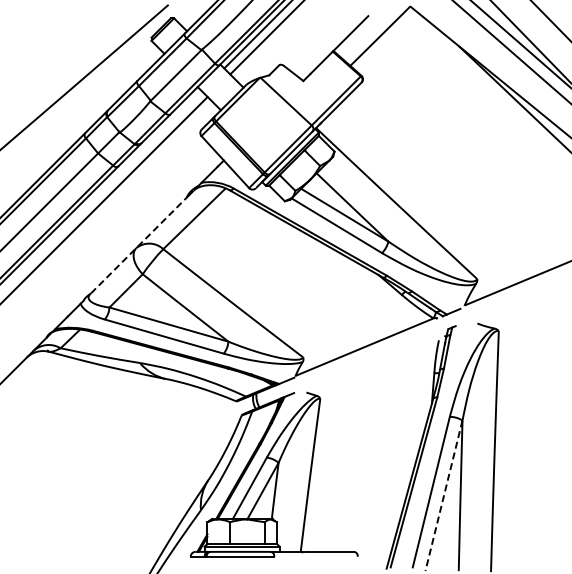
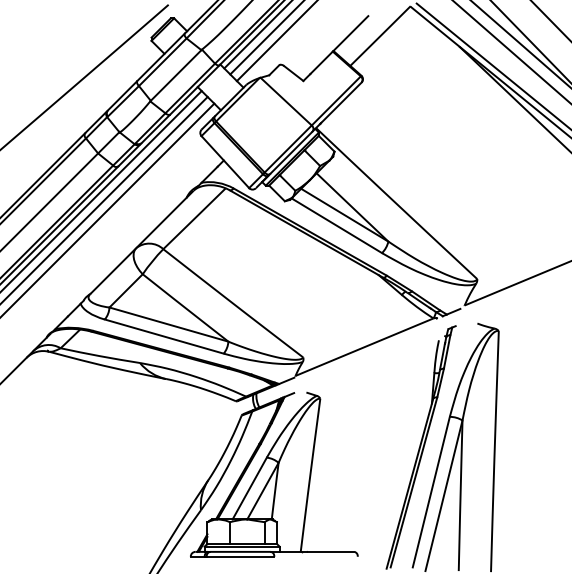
line at (275, 41): none -> present
line at (492, 65): none -> present
line at (101, 190): none -> present
line at (108, 209): none -> present
line at (138, 245): dashed -> solid
line at (443, 495): dashed -> solid
